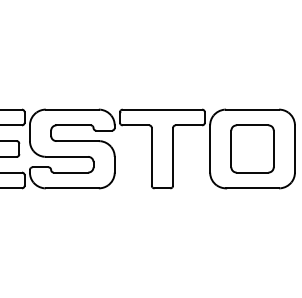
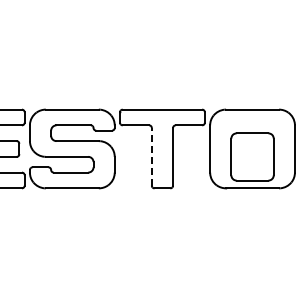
part at (252, 148) position: (252, 148) -> (252, 156)
line at (151, 156): solid -> dashed
